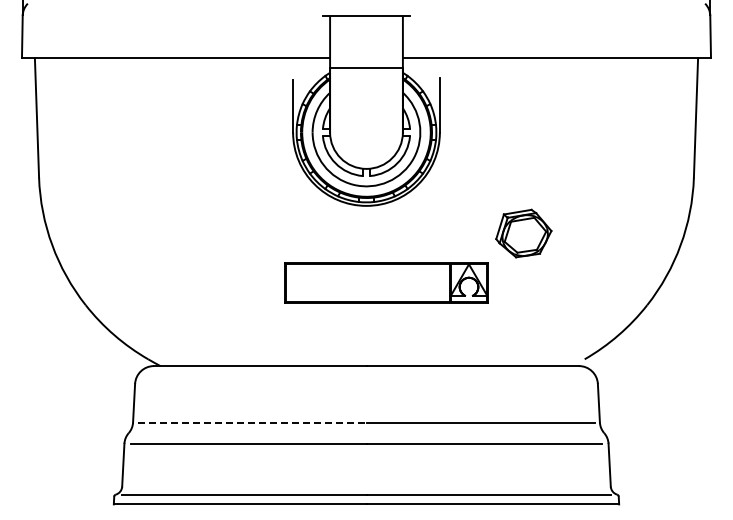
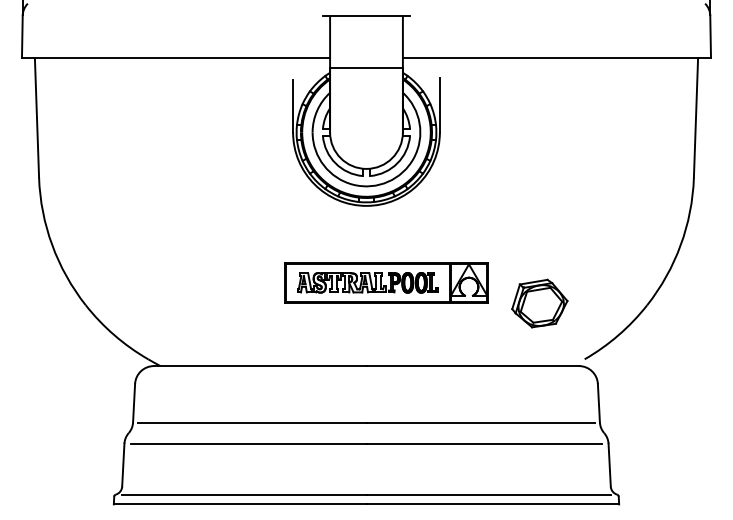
part at (523, 233) position: (523, 233) -> (539, 303)
part at (367, 282): none -> present
line at (252, 422): dashed -> solid
